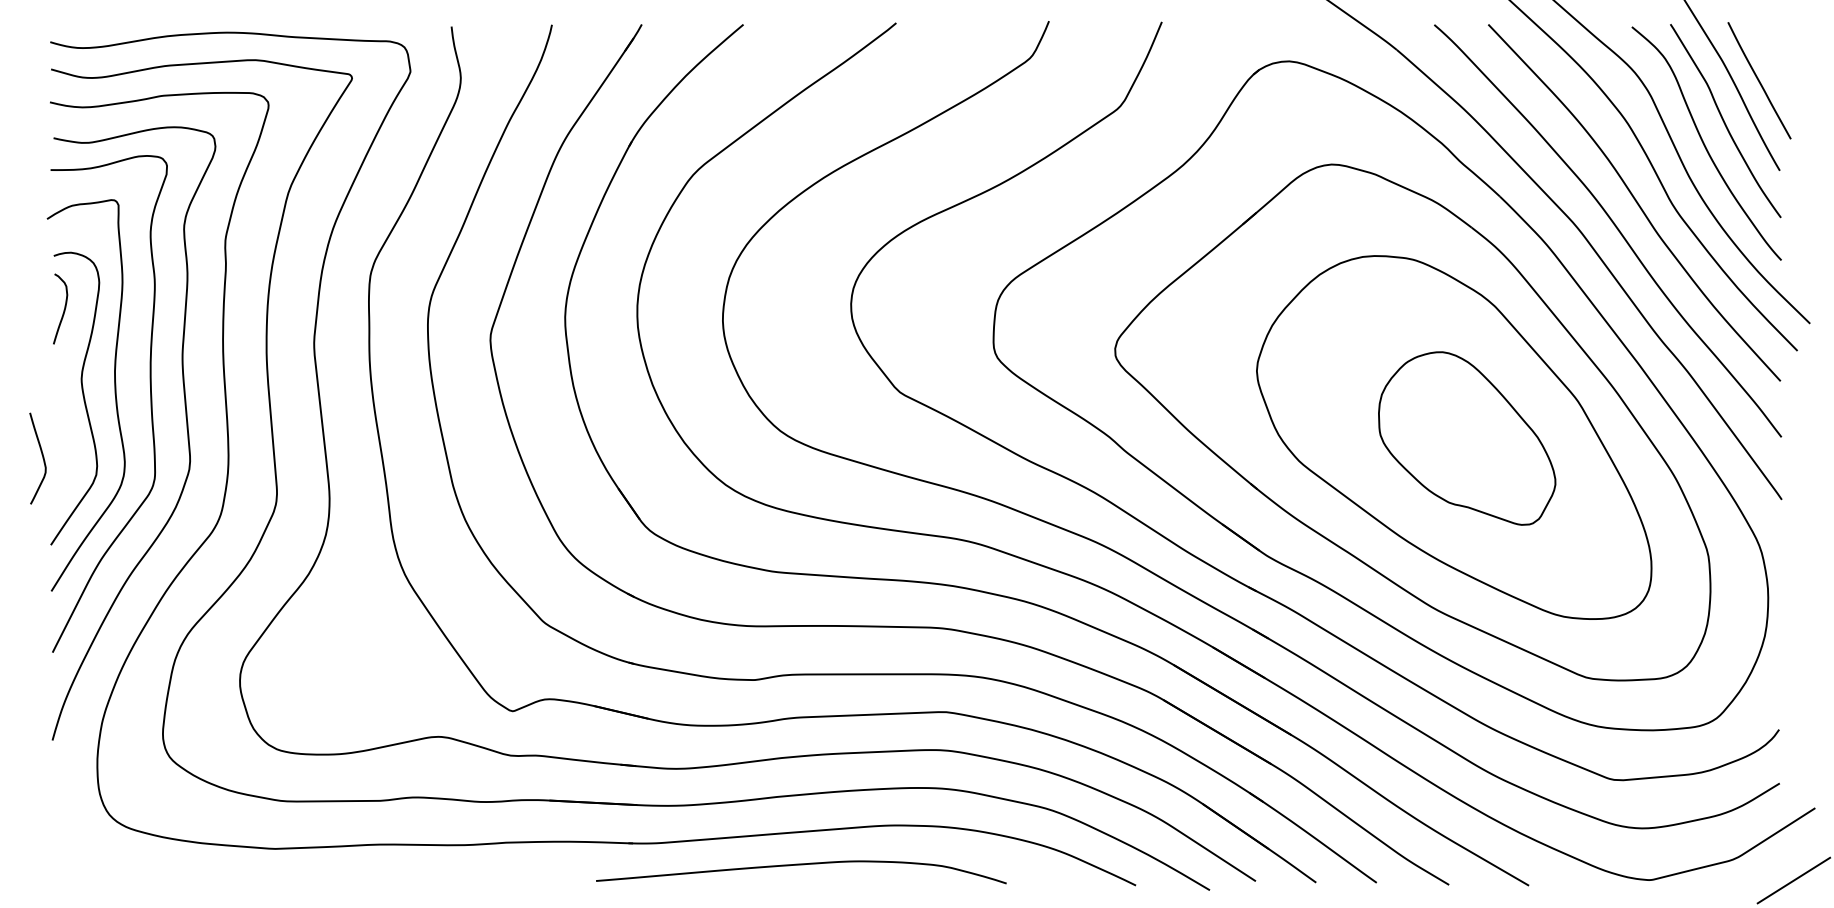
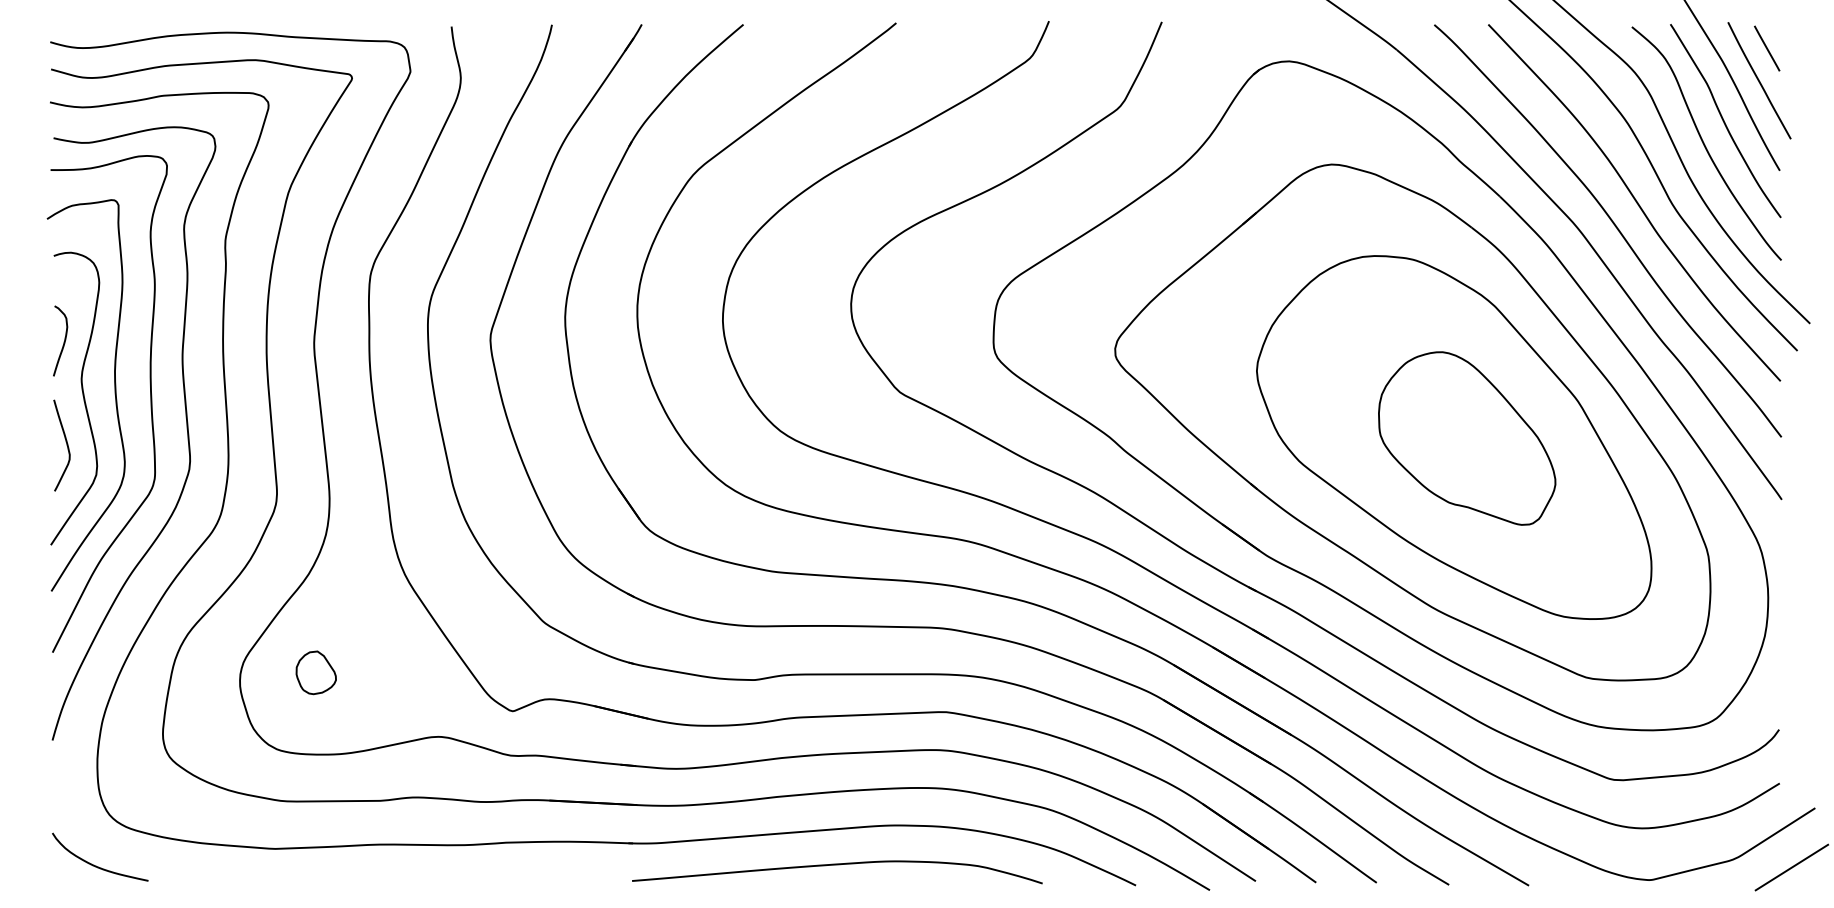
line at (1767, 48): none -> present
curve at (63, 309) position: (63, 309) -> (63, 341)
curve at (42, 458) position: (42, 458) -> (66, 445)
part at (315, 672): none -> present
curve at (96, 865): none -> present
curve at (801, 865) position: (801, 865) -> (837, 865)
line at (1793, 880) position: (1793, 880) -> (1791, 867)
